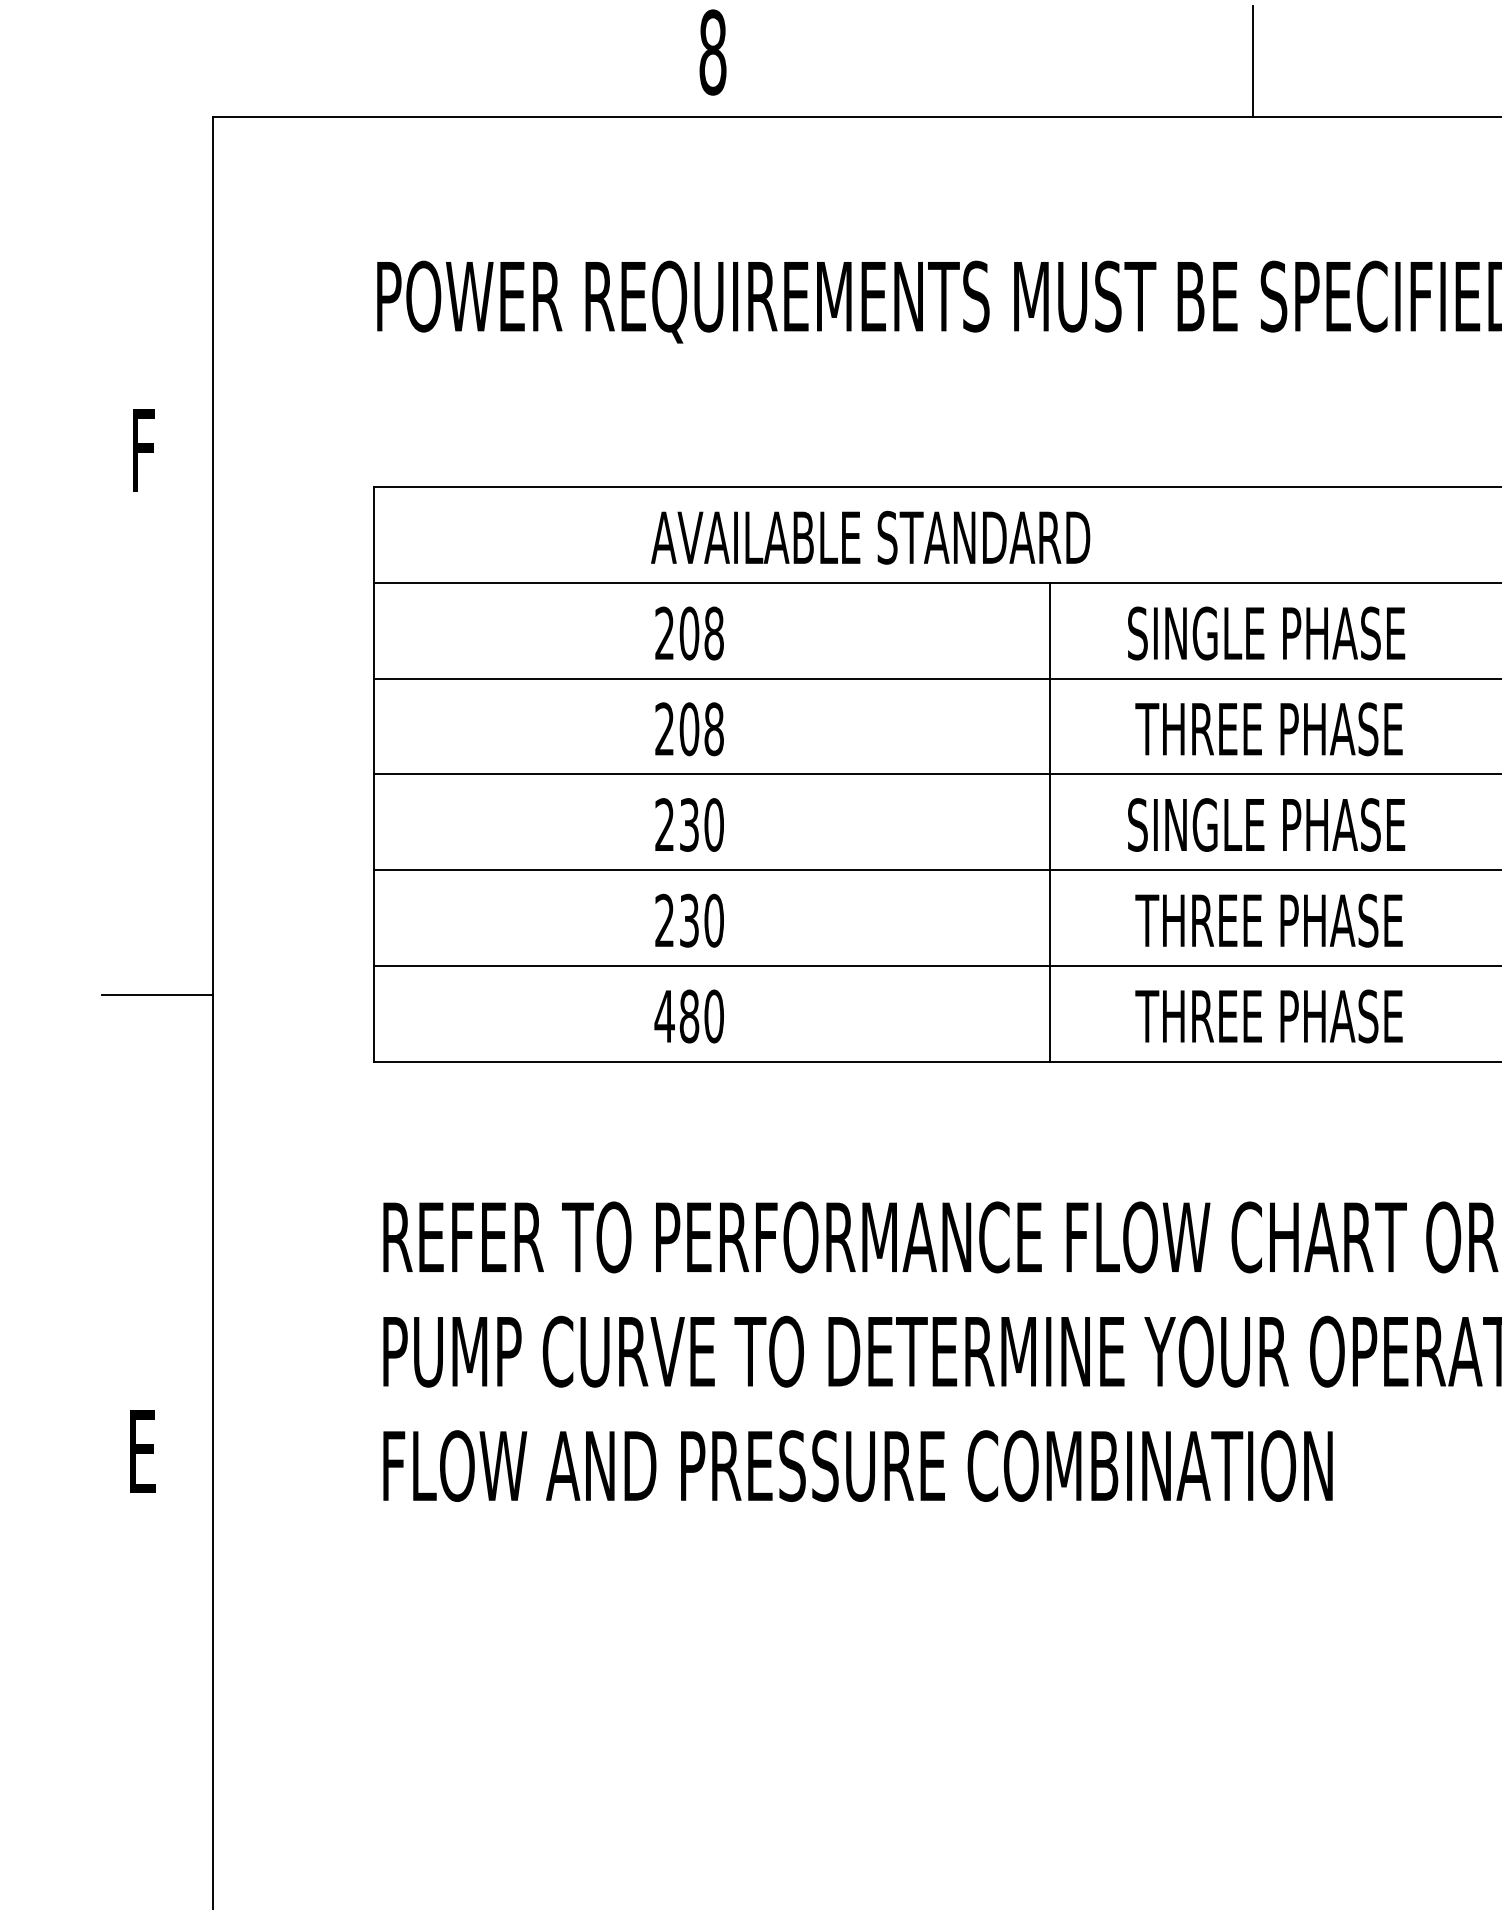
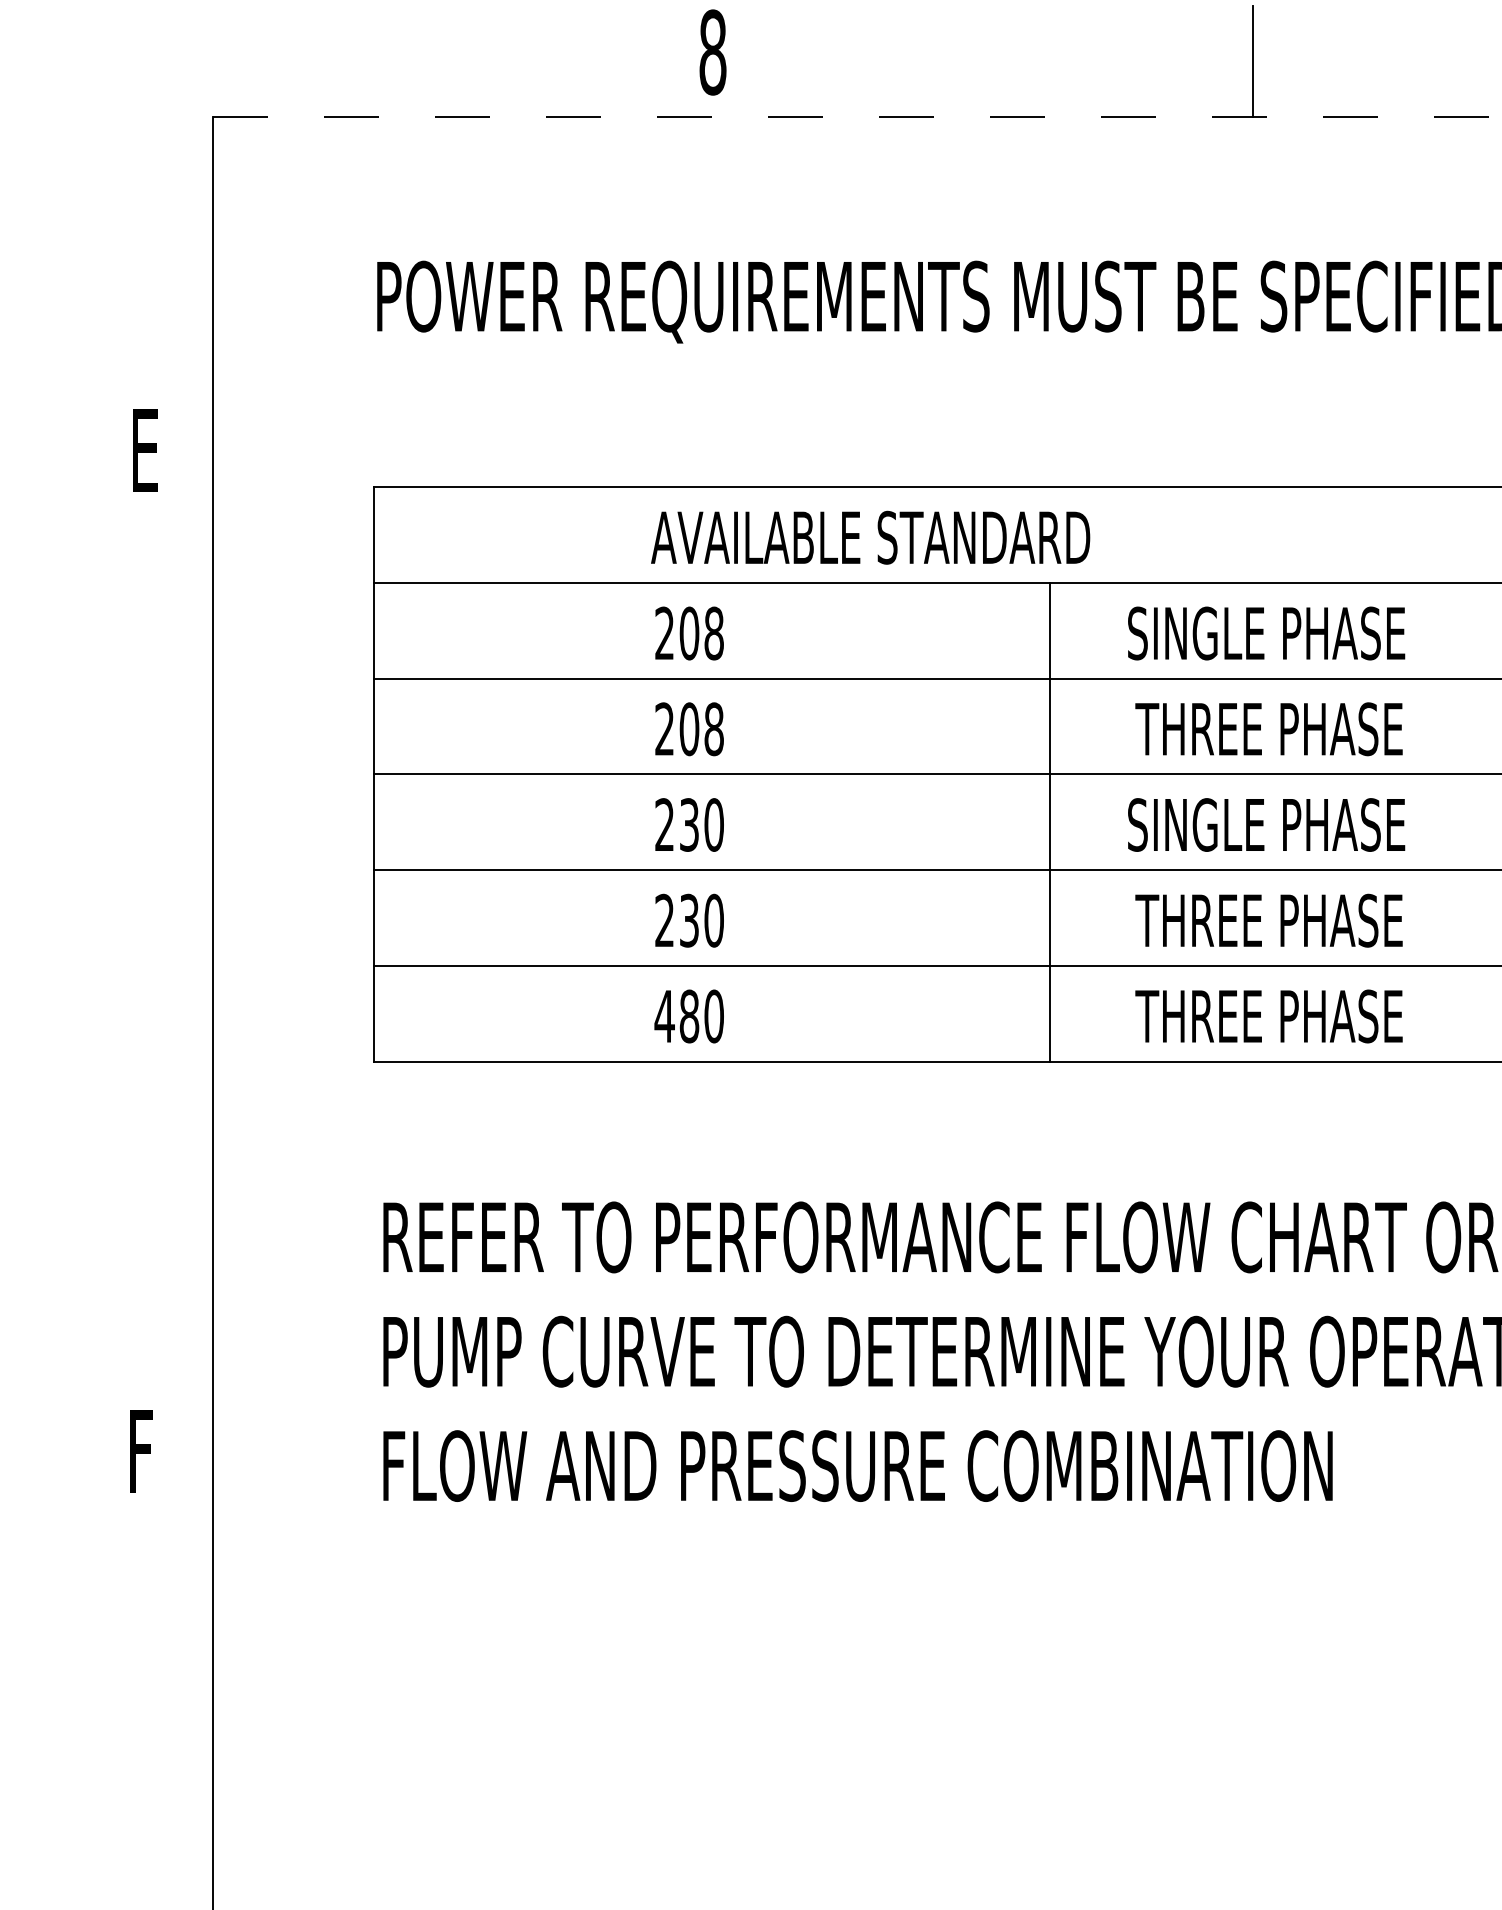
line at (856, 116): solid -> dashed
text at (147, 450): F -> E
line at (156, 995): present -> none
text at (145, 1451): E -> F
